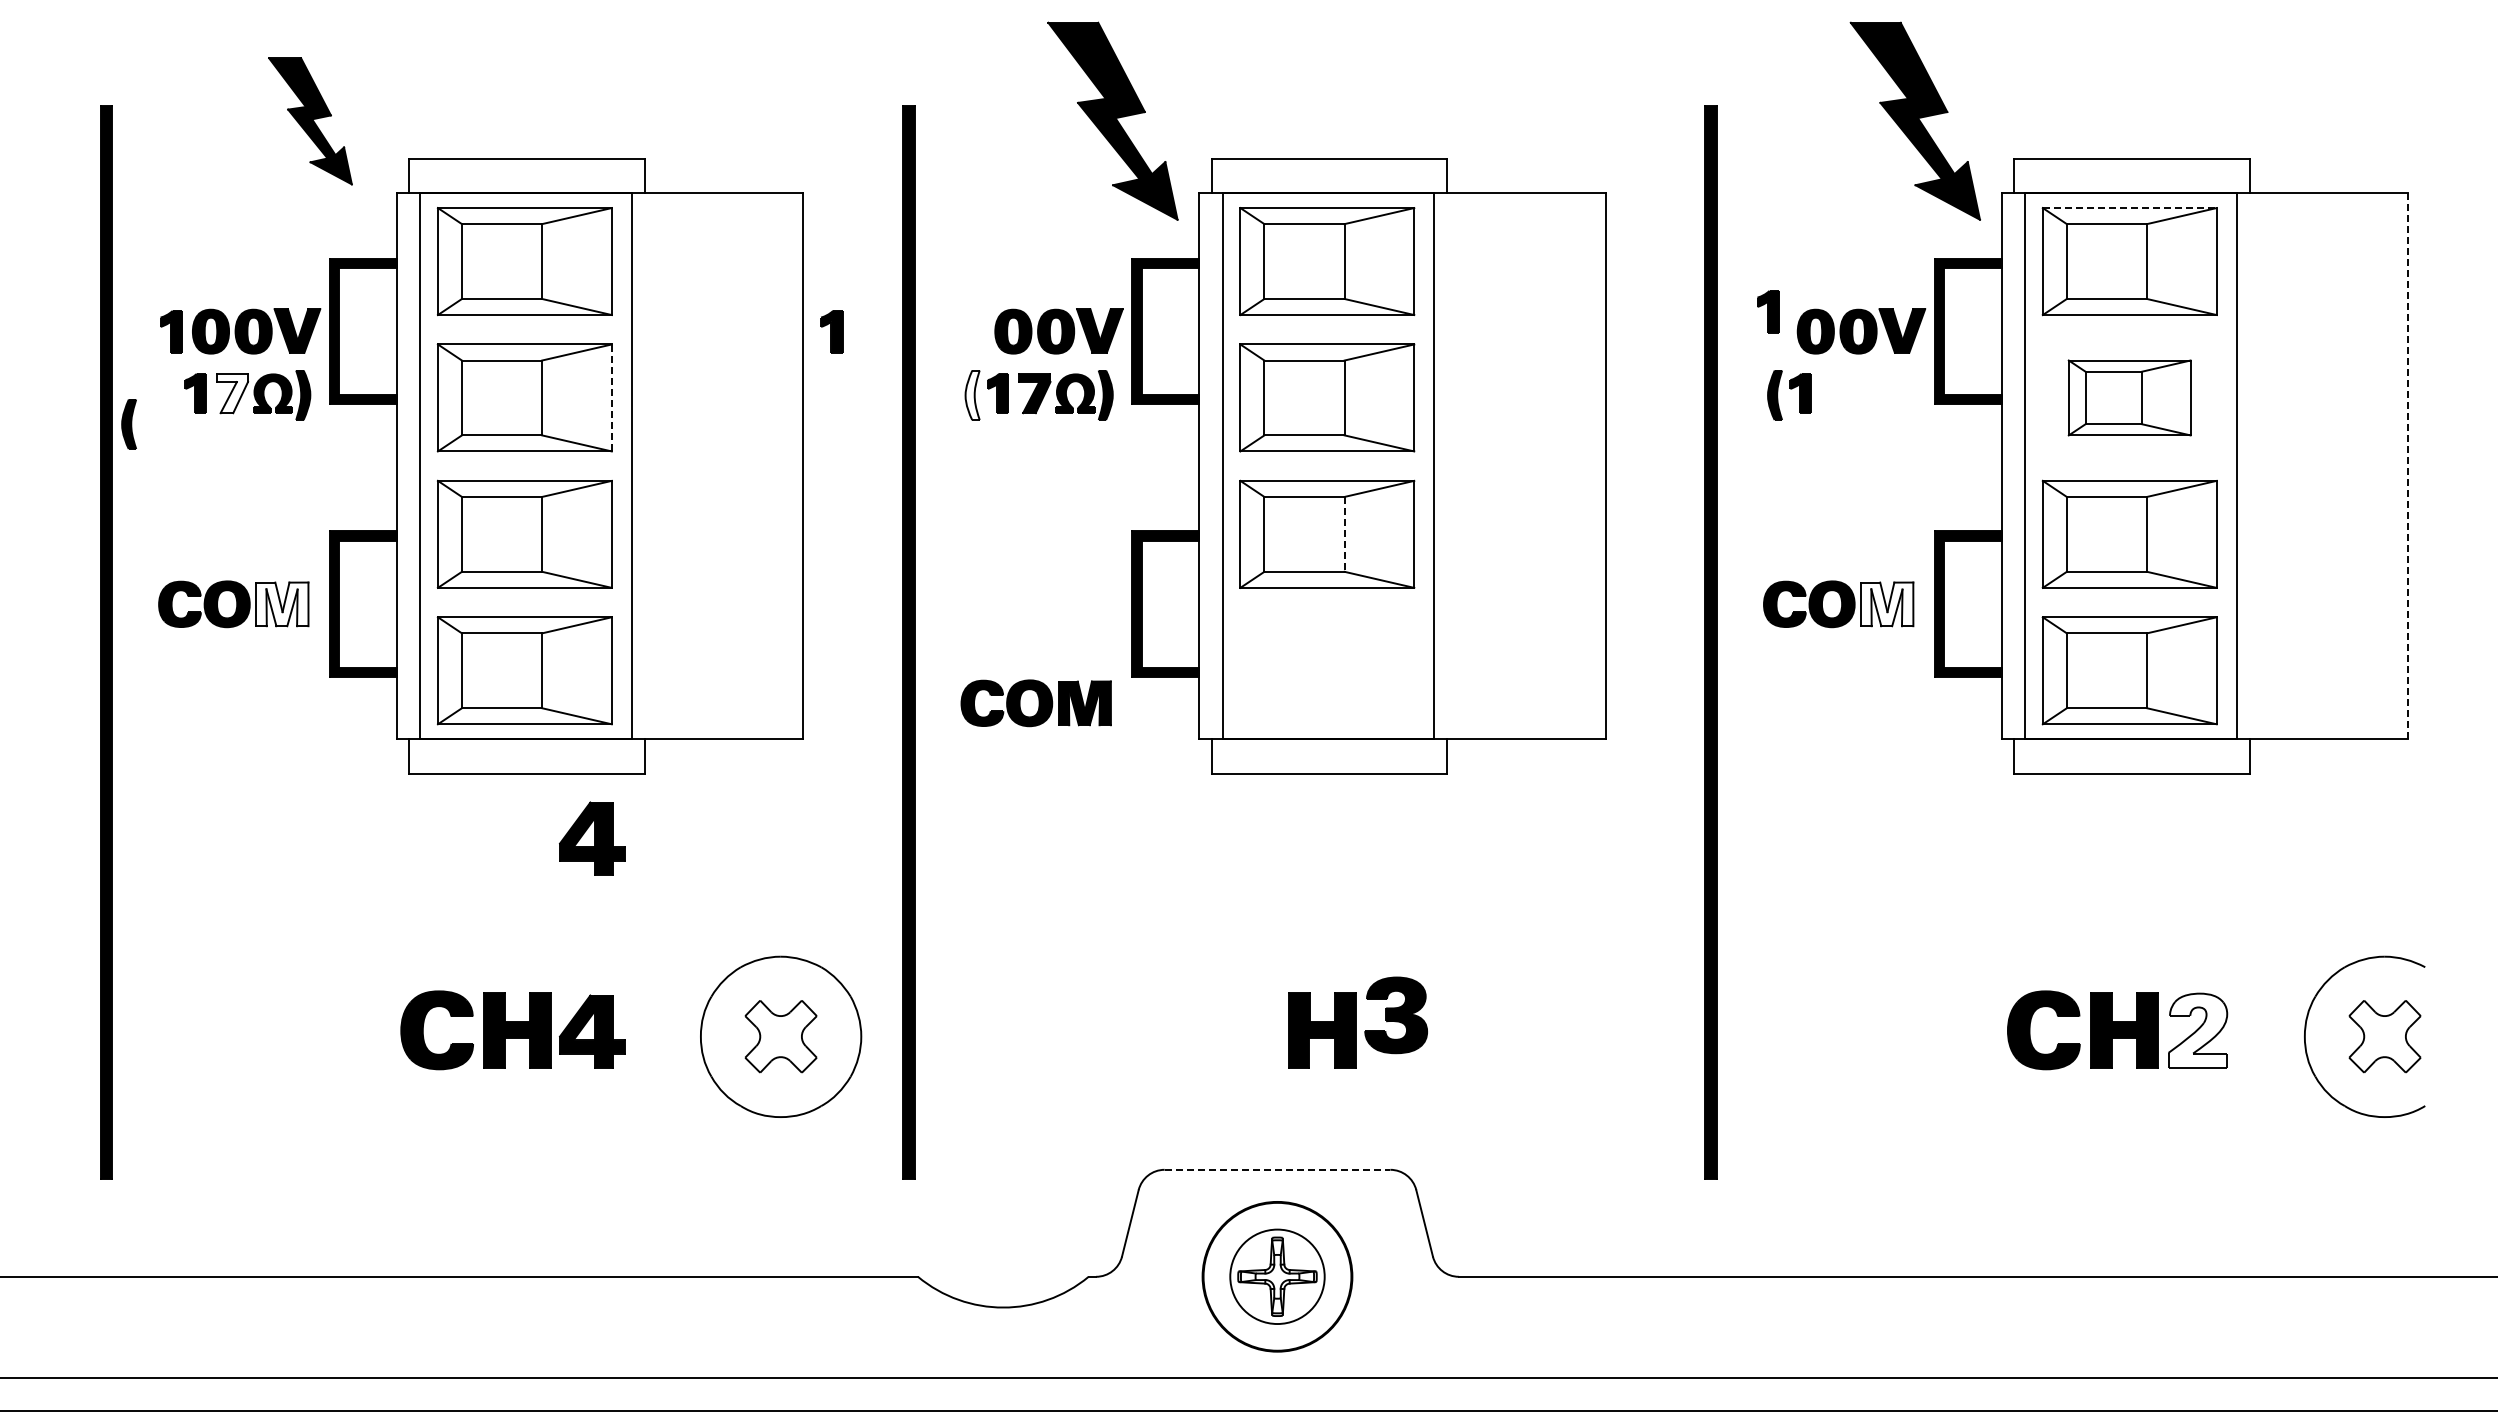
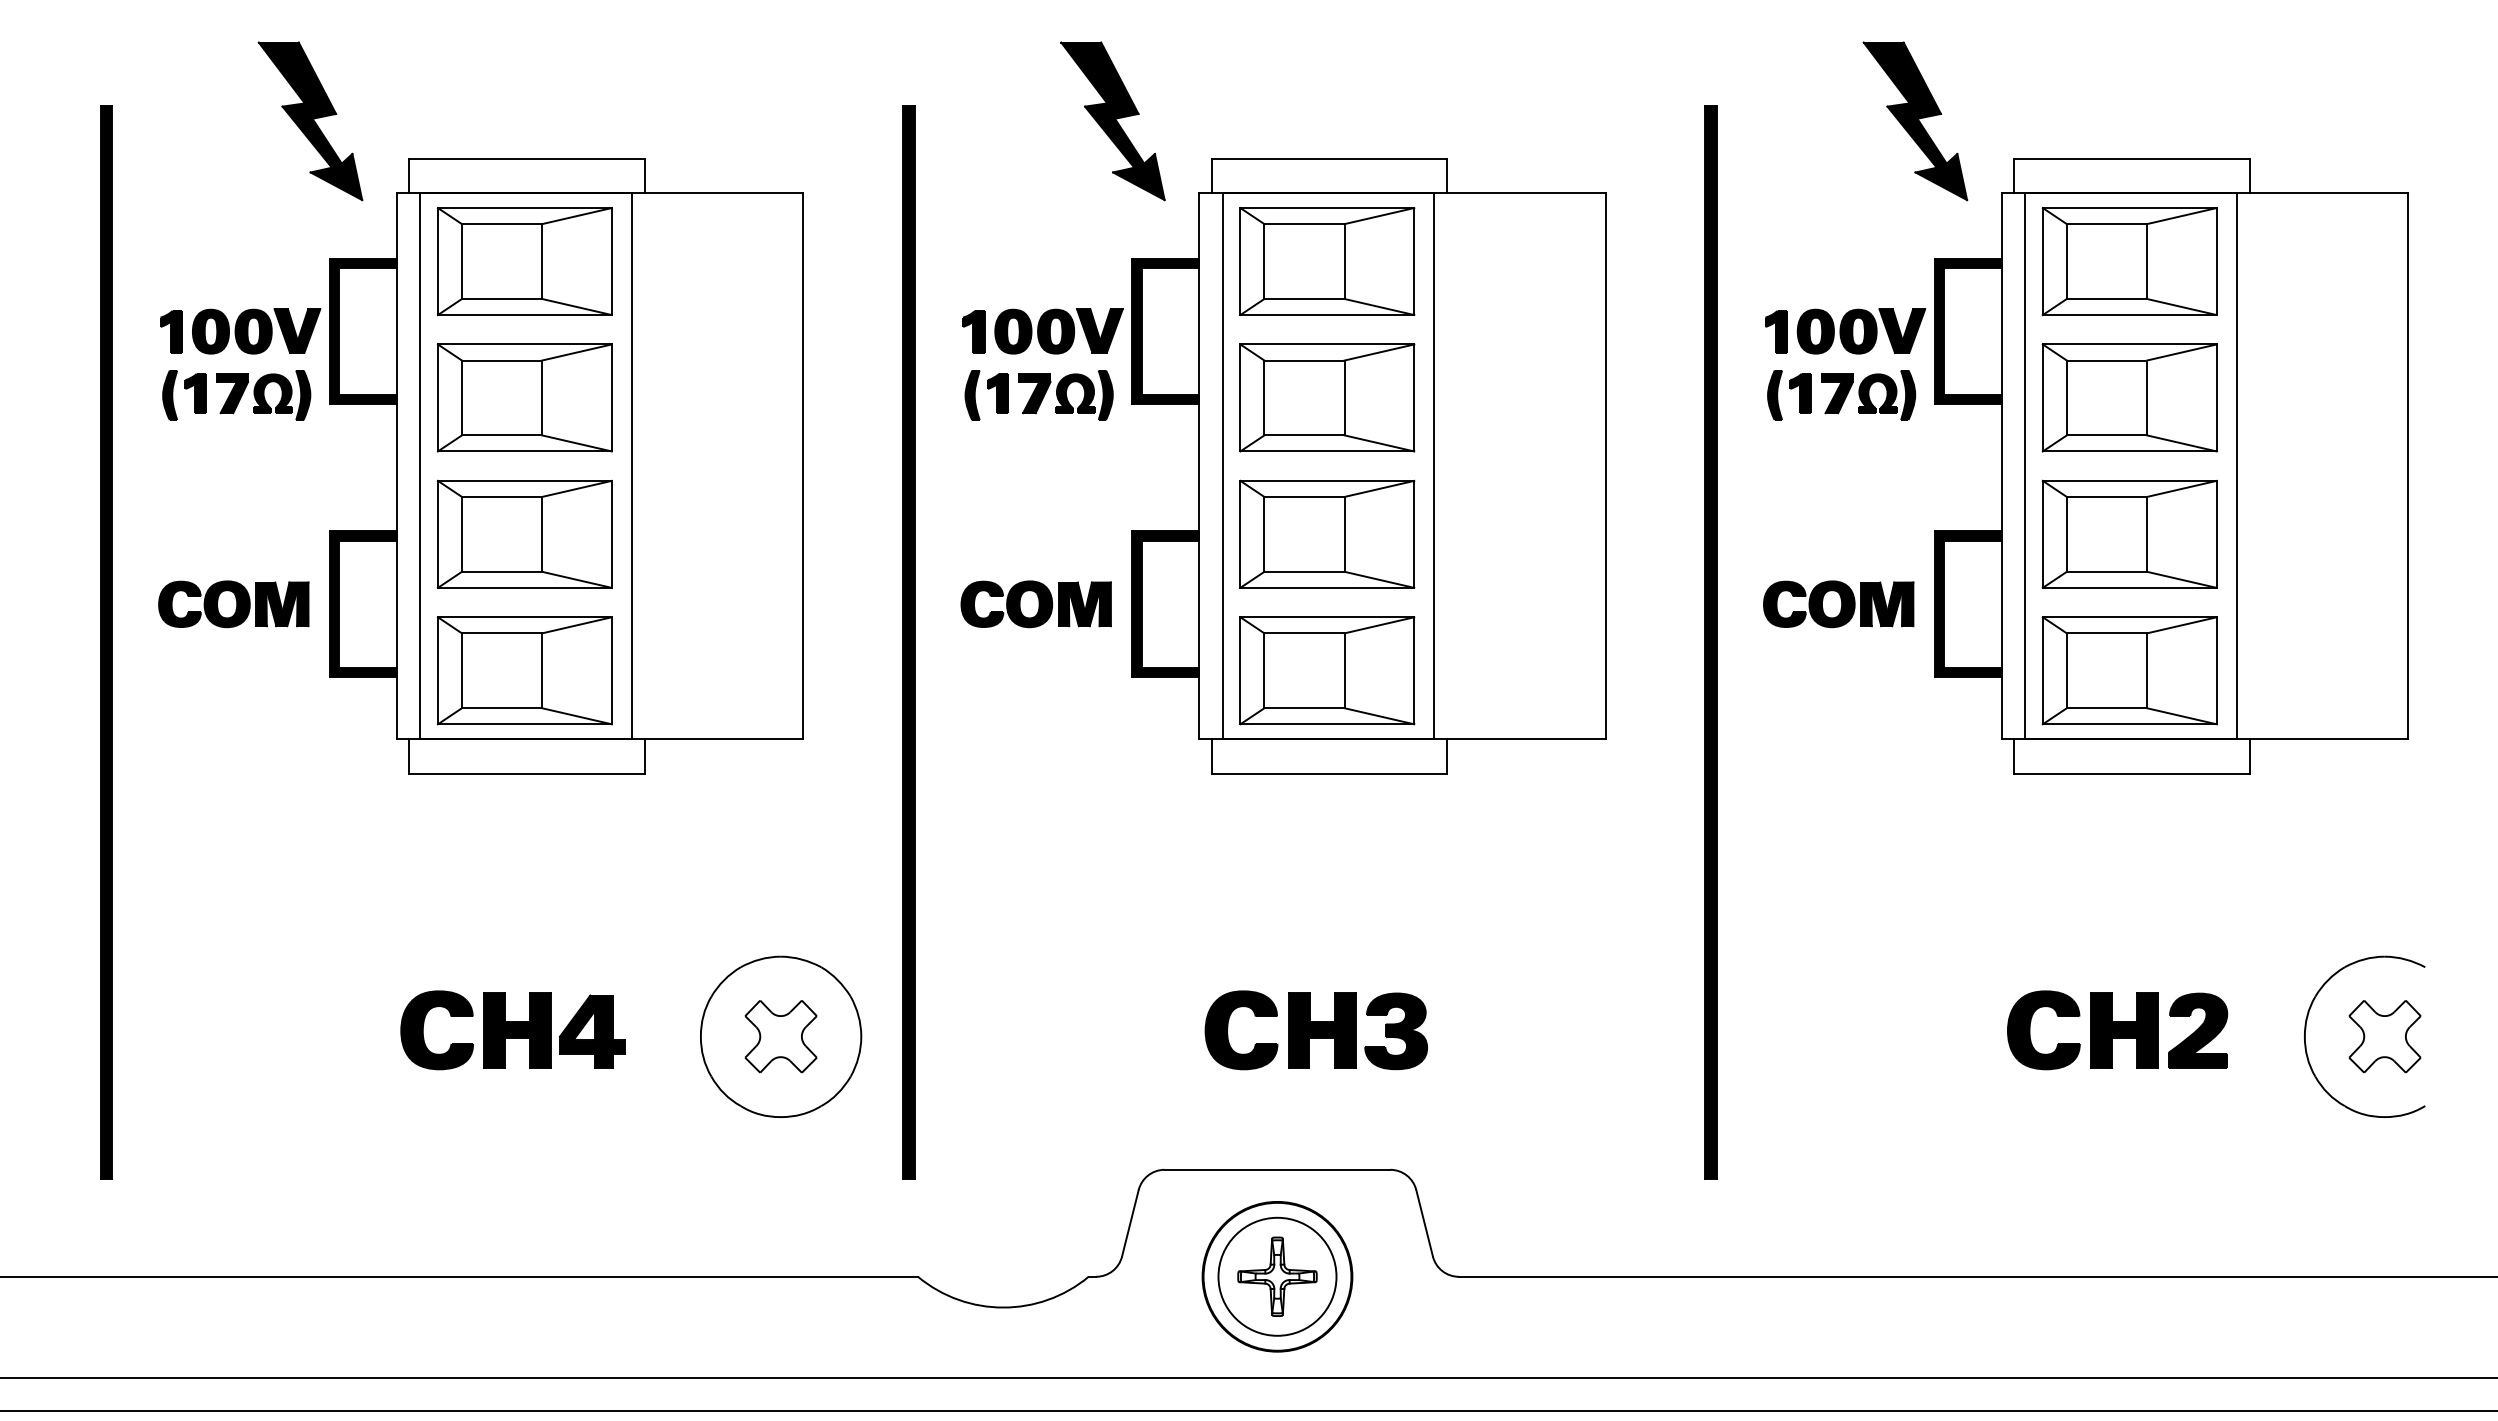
part at (1112, 120) size: 132x200 px -> 106x161 px
part at (1914, 120) size: 132x200 px -> 107x161 px
part at (310, 121) size: 85x129 px -> 107x161 px
line at (2129, 208): dashed -> solid
part at (1768, 311) position: (1768, 311) -> (1776, 331)
part at (831, 331) position: (831, 331) -> (973, 331)
fill at (232, 393): none -> present
fill at (972, 395): none -> present
part at (1868, 395): none -> present
line at (611, 397): dashed -> solid
part at (2129, 397) size: 125x78 px -> 177x110 px
part at (128, 424) position: (128, 424) -> (169, 395)
line at (2408, 466): dashed -> solid
line at (1344, 534): dashed -> solid
fill at (282, 604): none -> present
fill at (1887, 604): none -> present
part at (1327, 670): none -> present
part at (1035, 703) position: (1035, 703) -> (1035, 604)
part at (592, 838): present -> none
part at (1395, 1015) position: (1395, 1015) -> (1395, 1031)
part at (1228, 1028): none -> present
fill at (2197, 1030): none -> present
line at (1277, 1169): dashed -> solid
circle at (1277, 1276) diameter: 94 px -> 118 px
